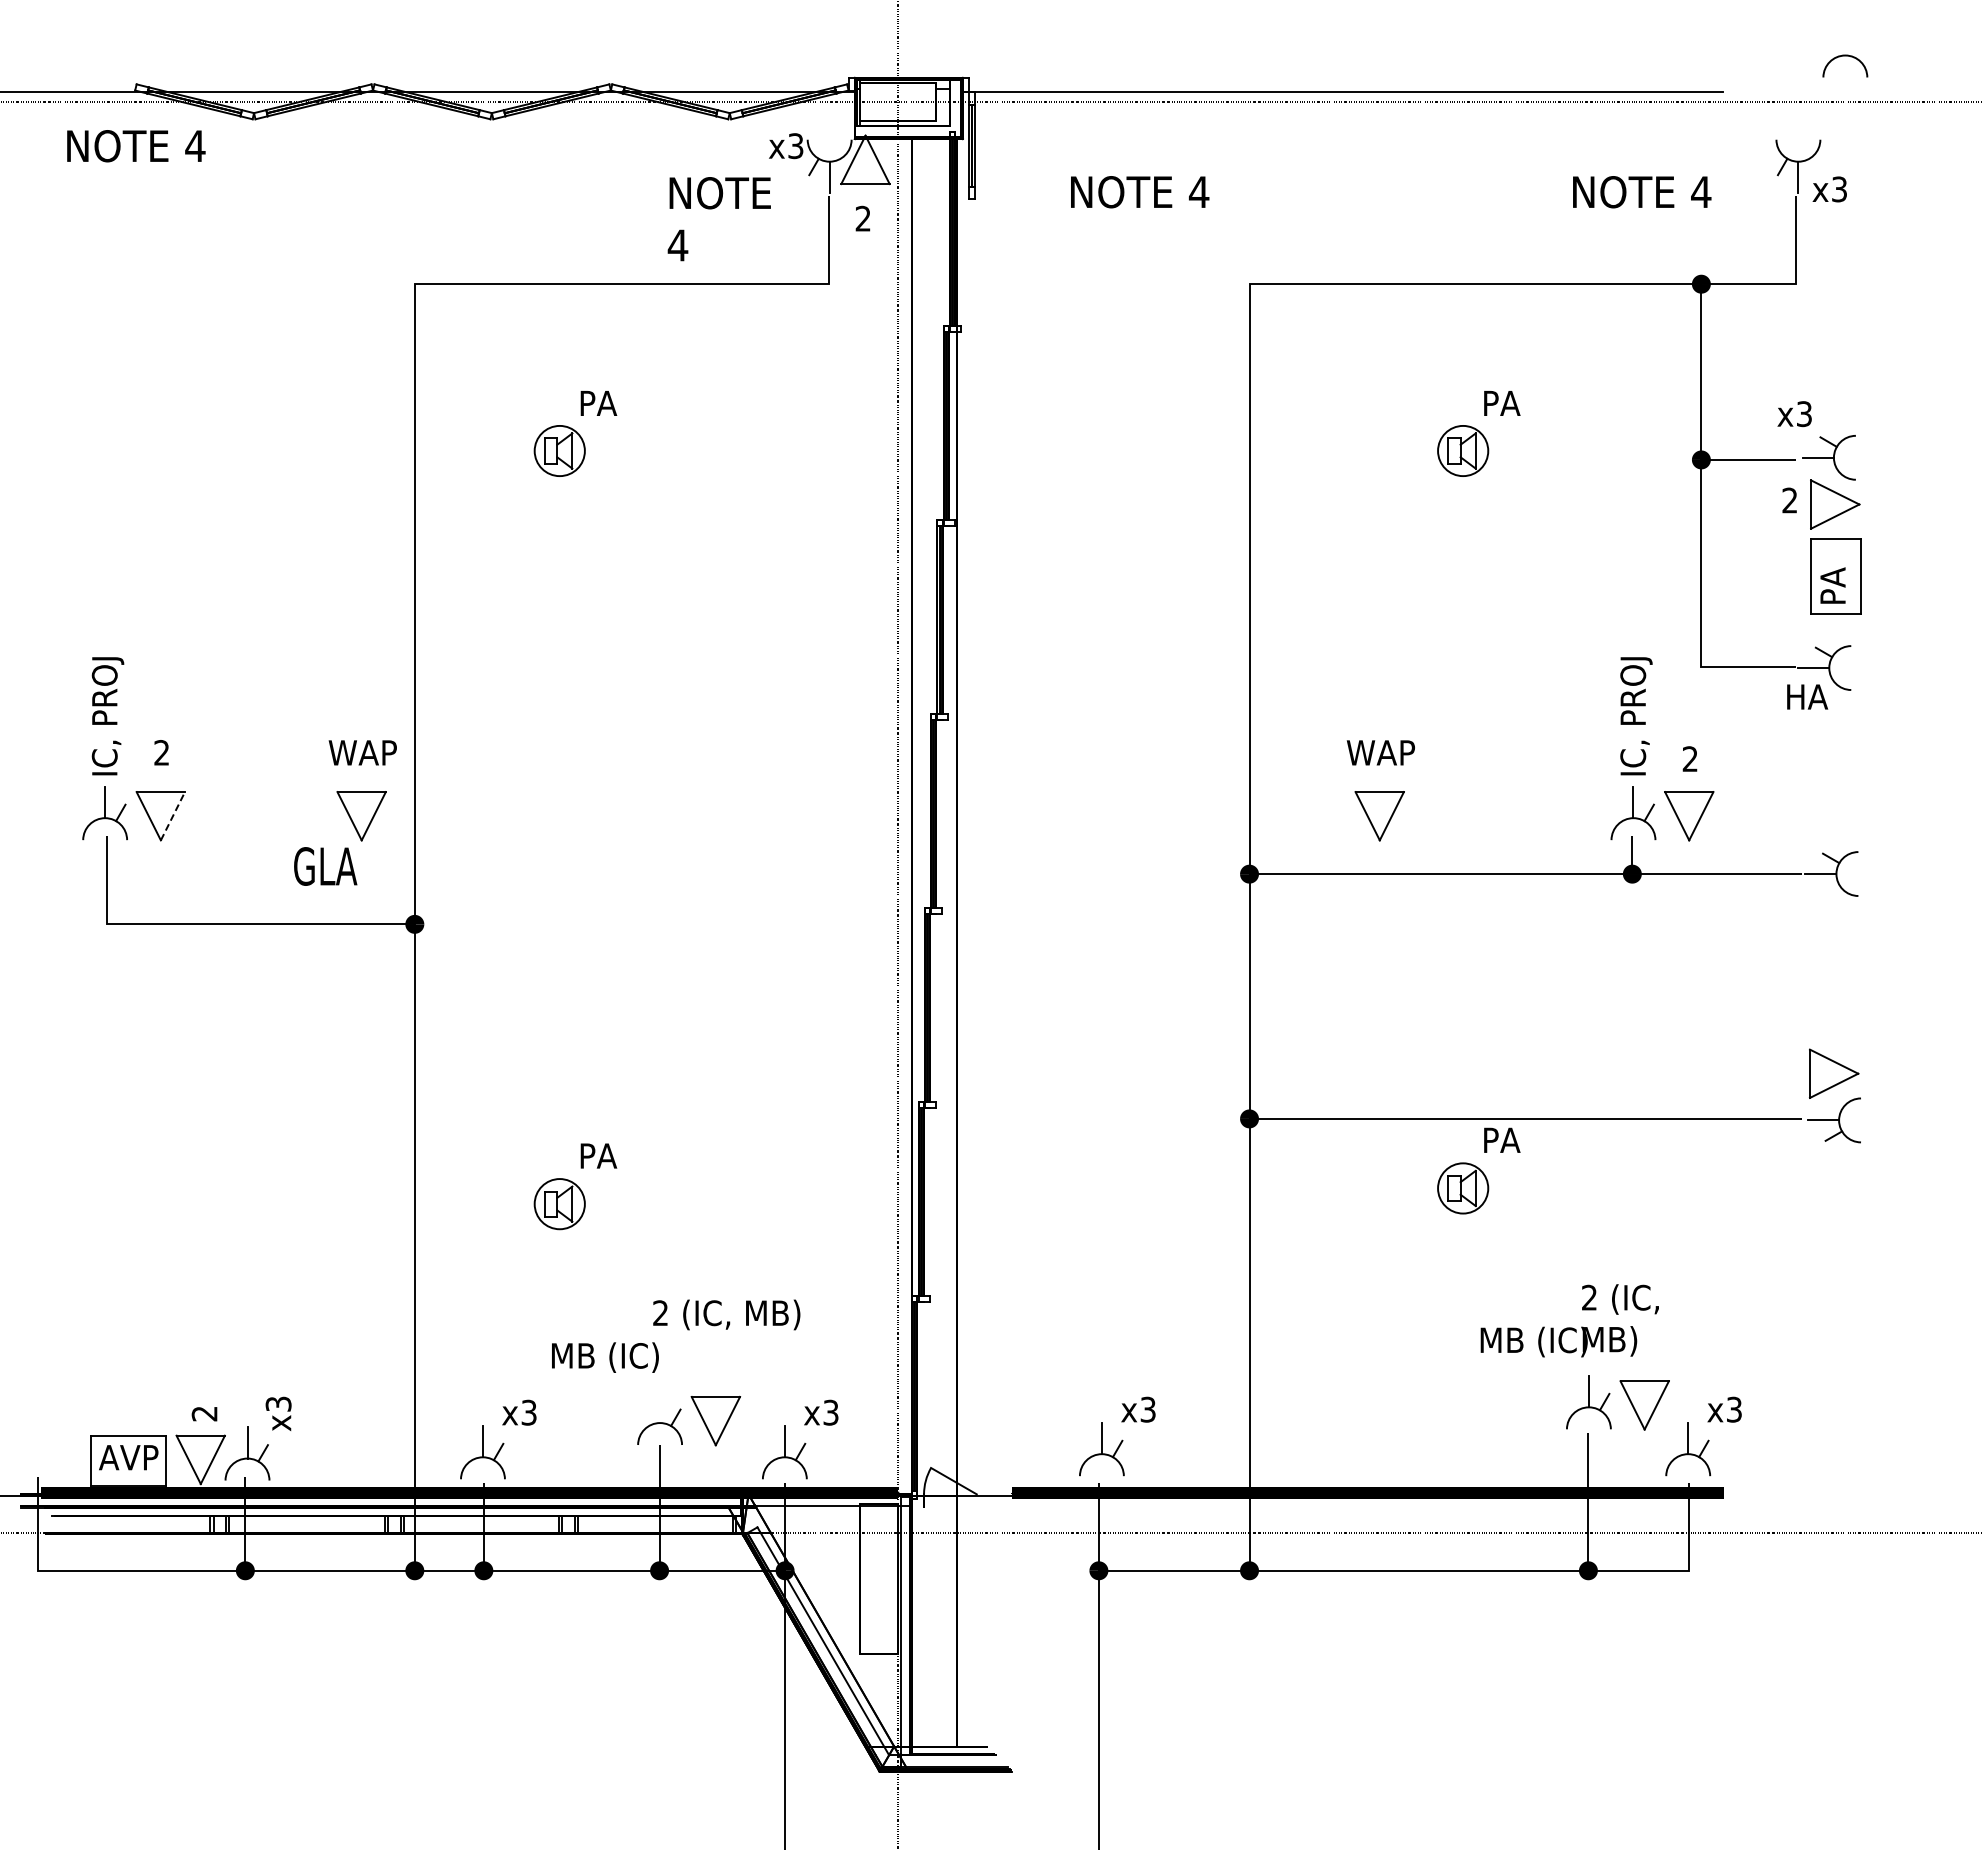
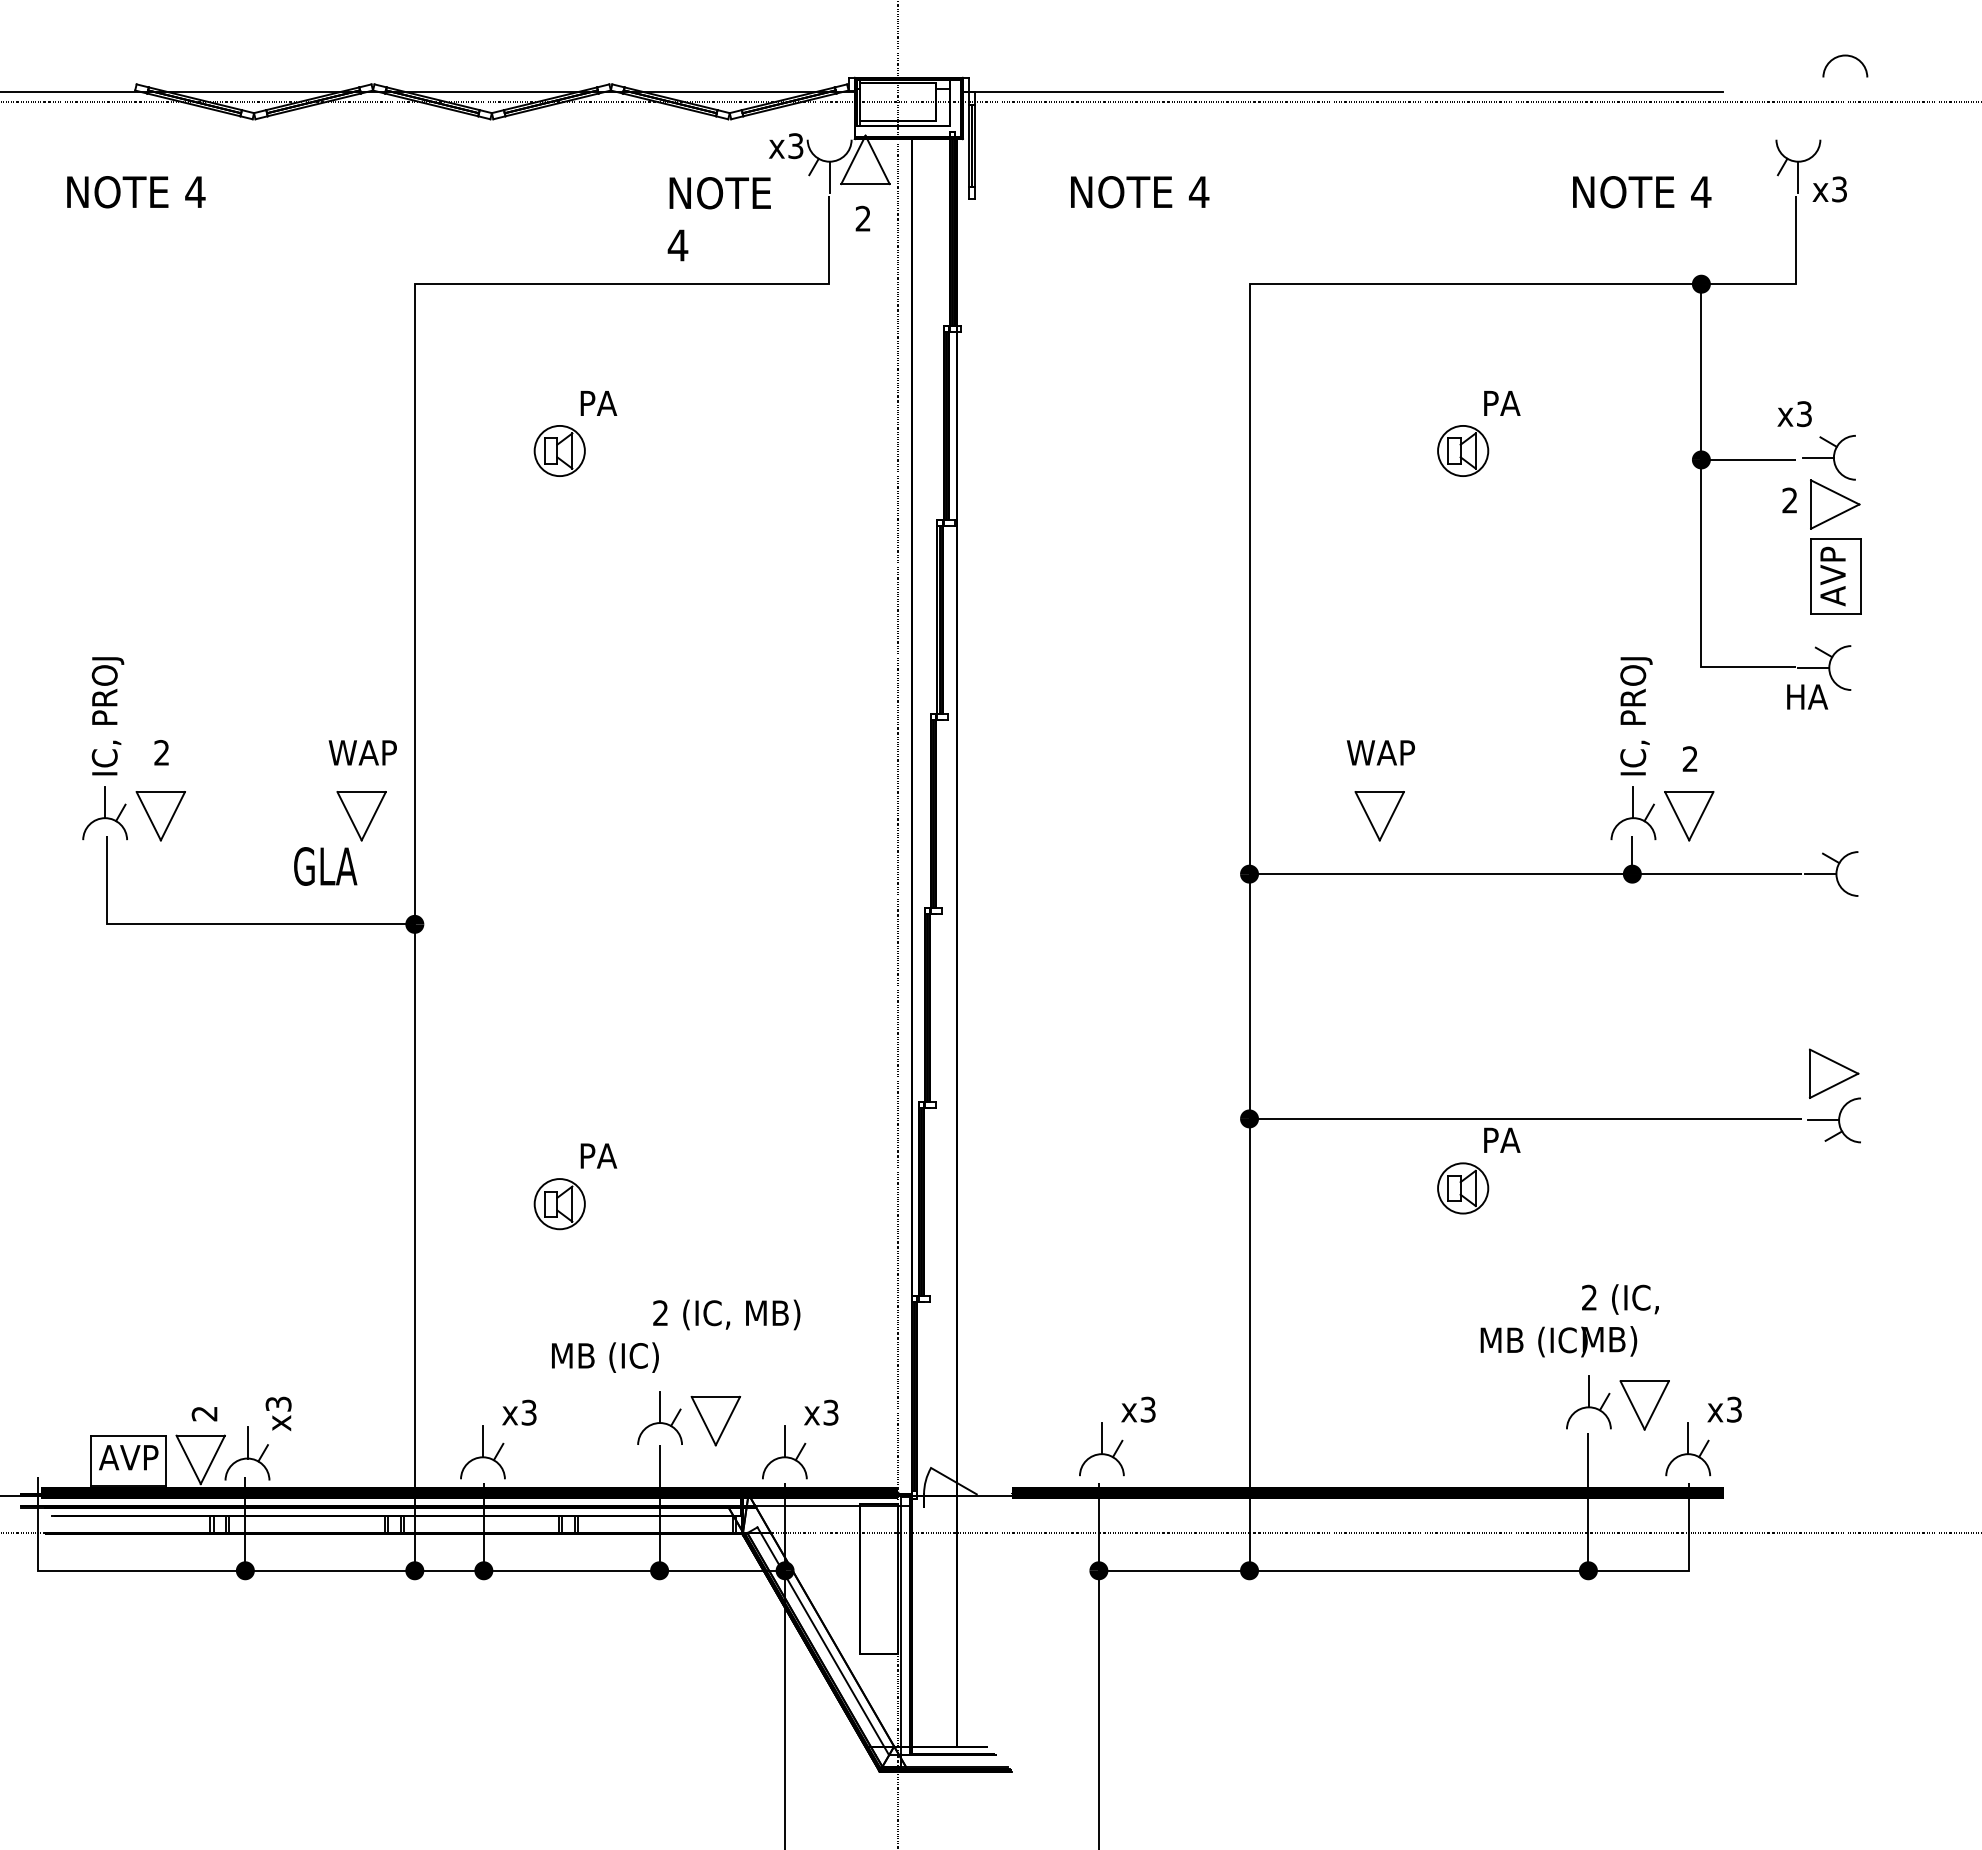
text at (136, 146) position: (136, 146) -> (136, 192)
text at (1832, 576): PA -> AVP
line at (173, 815): dashed -> solid
line at (660, 1407): none -> present
